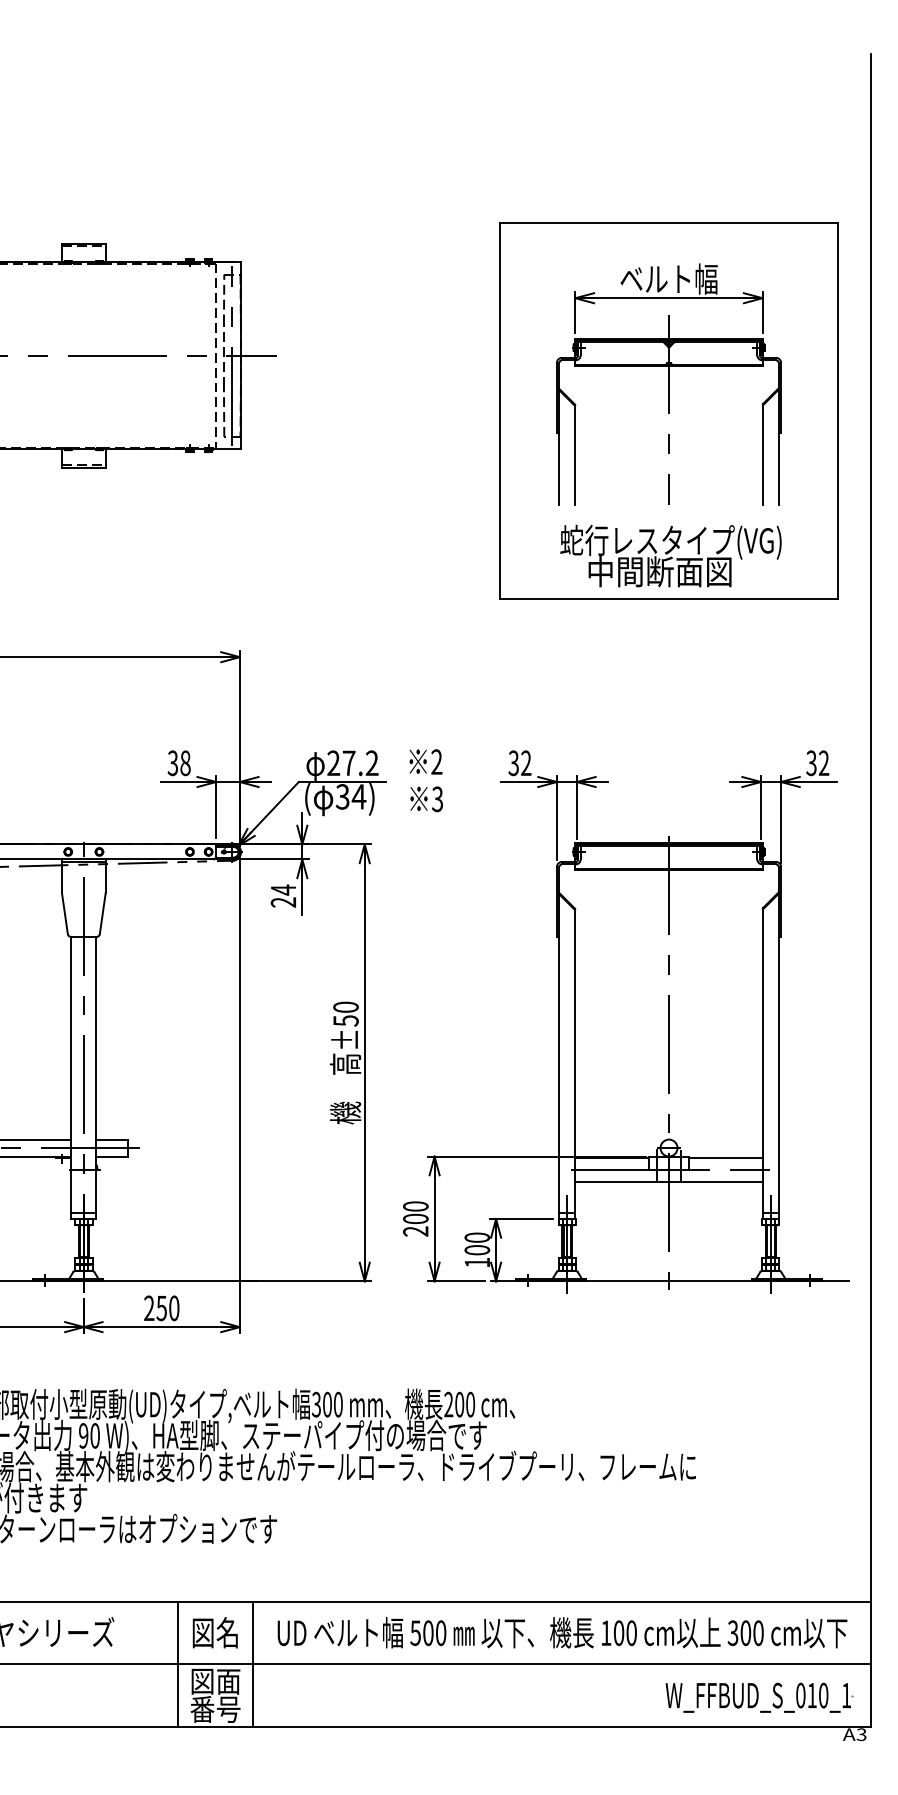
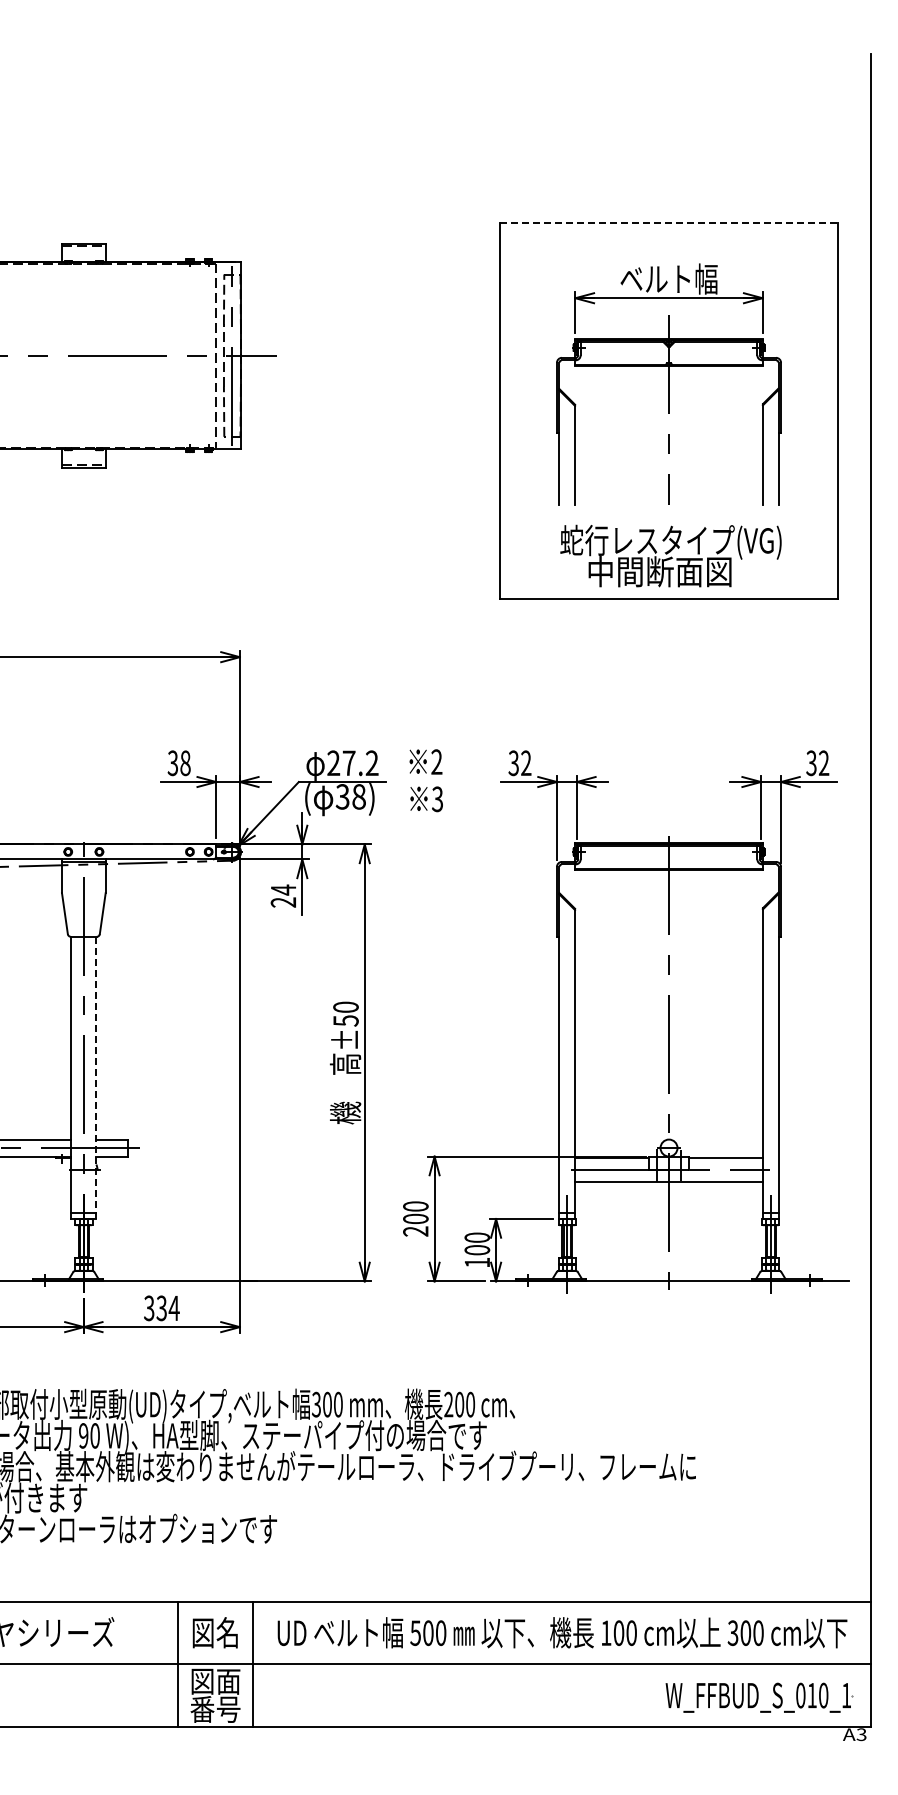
line at (669, 222): solid -> dashed
text at (358, 796): 34) -> 38)
line at (96, 1078): solid -> dashed
text at (161, 1308): 250 -> 334
